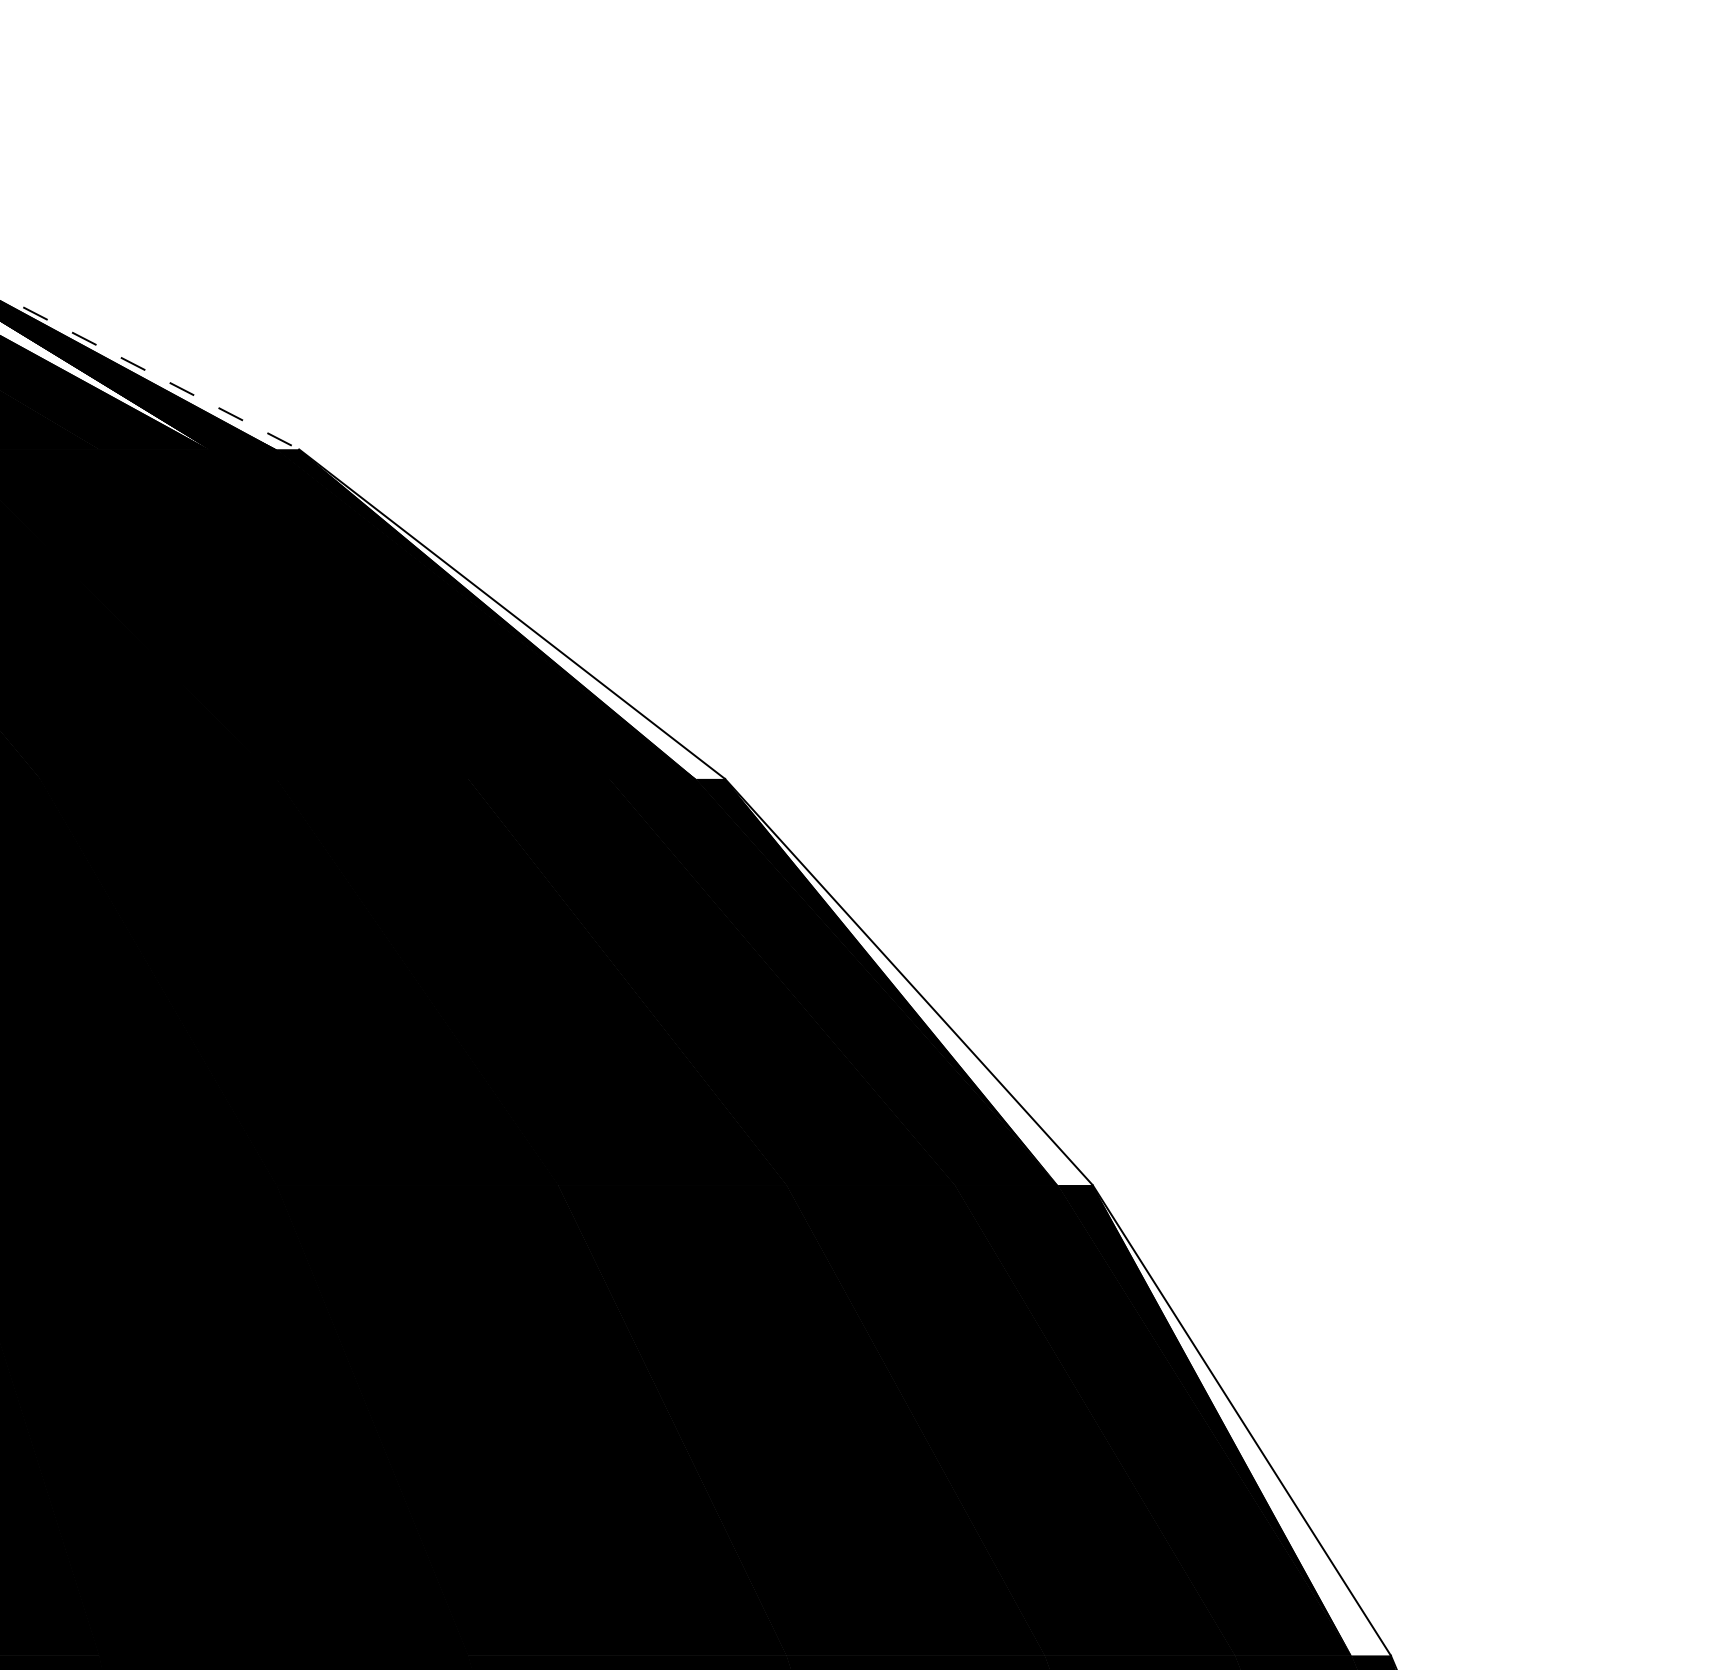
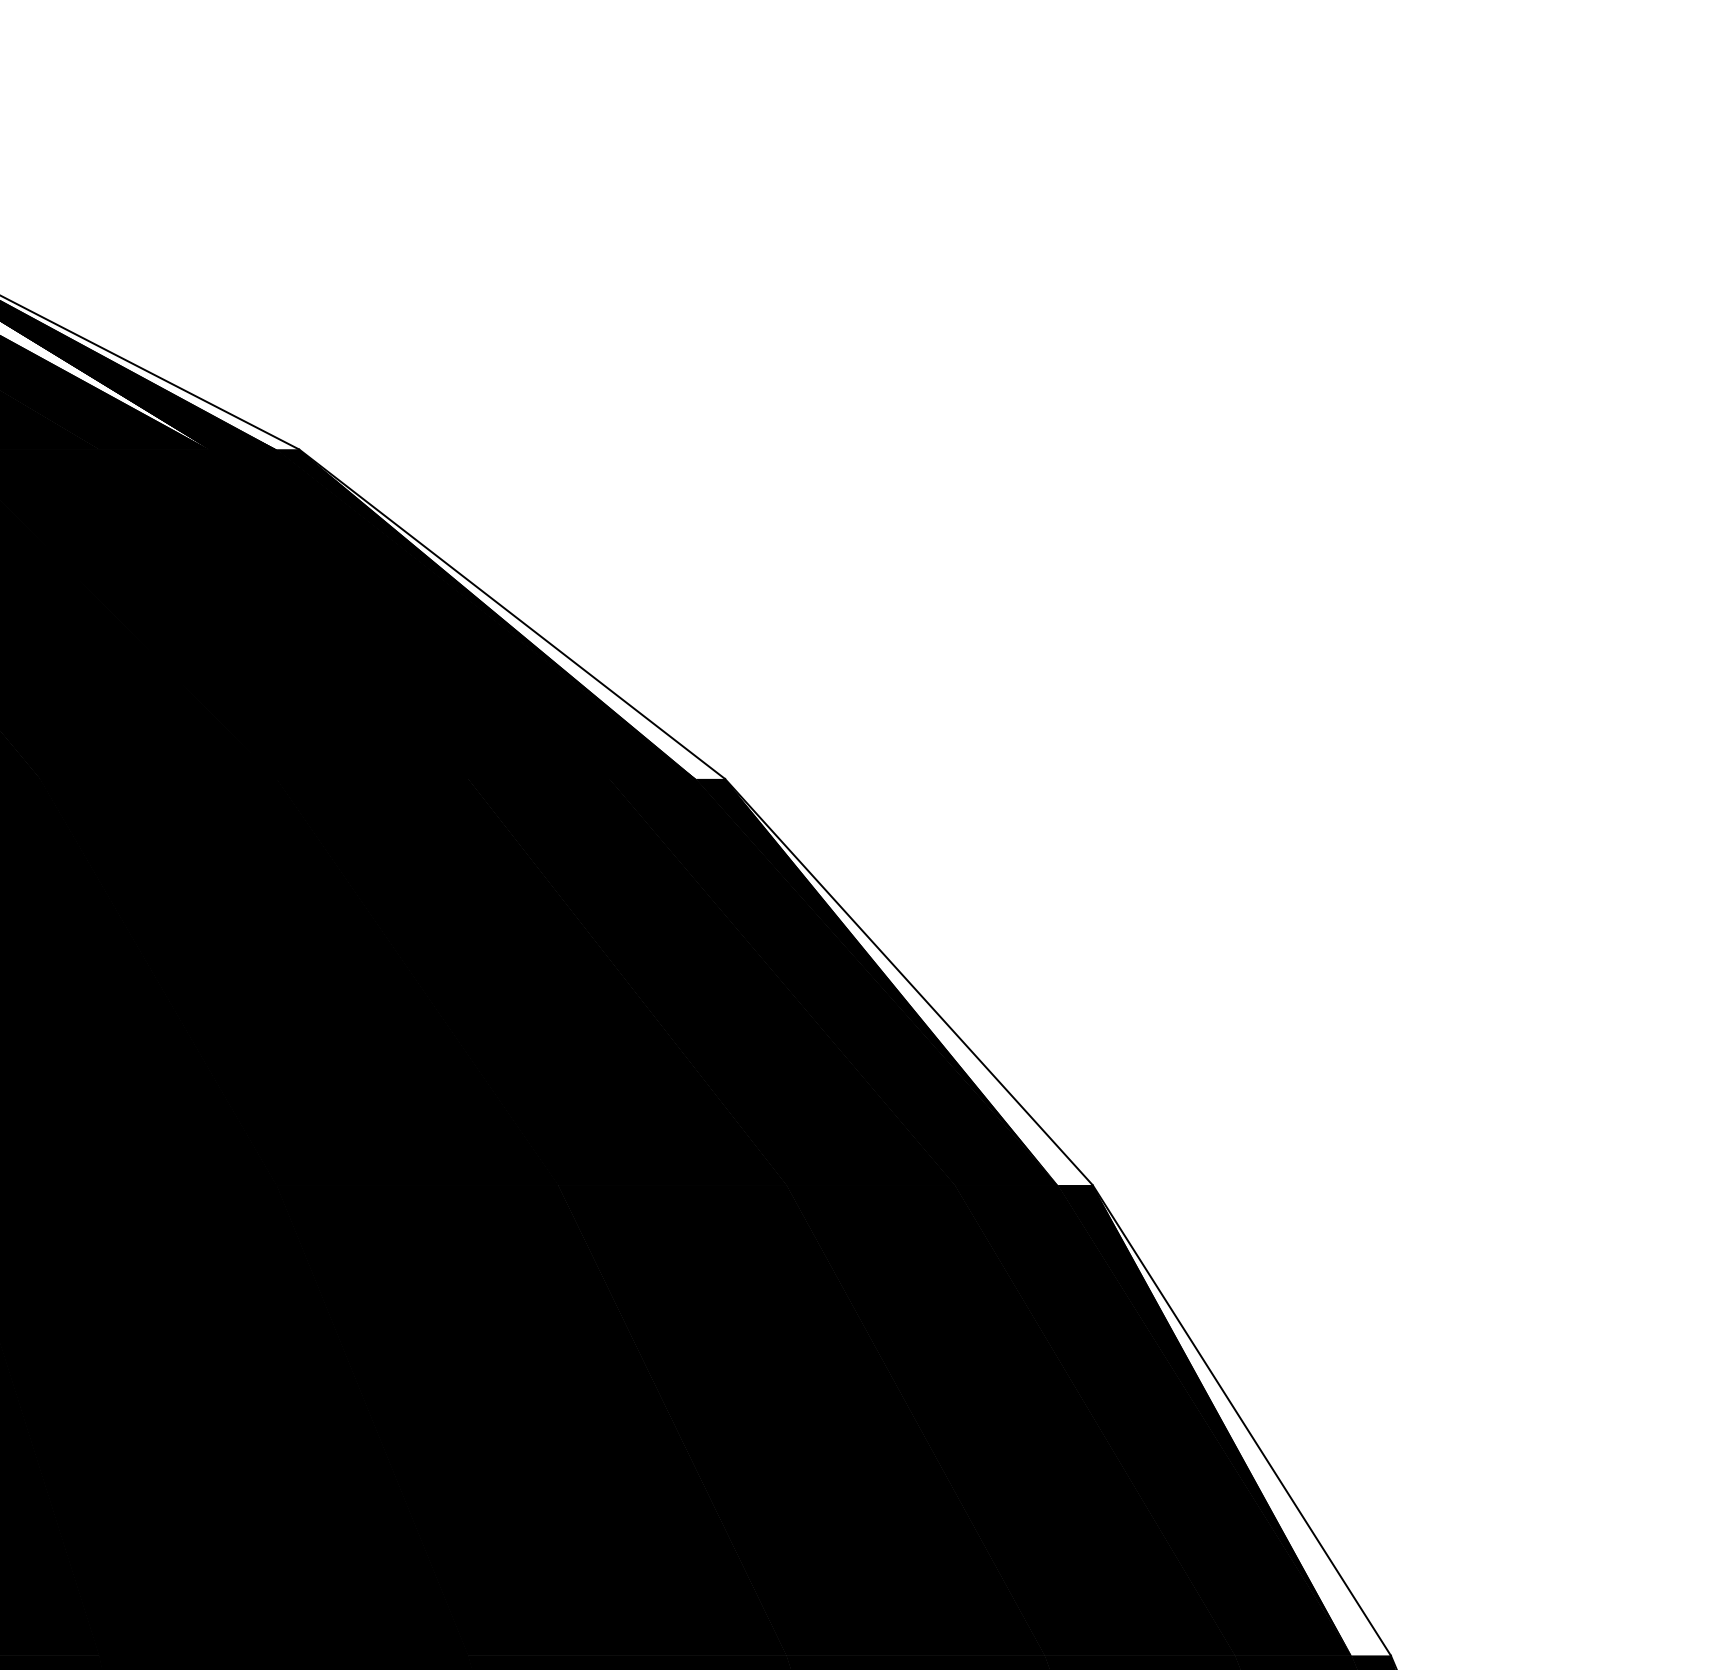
line at (150, 372): dashed -> solid
